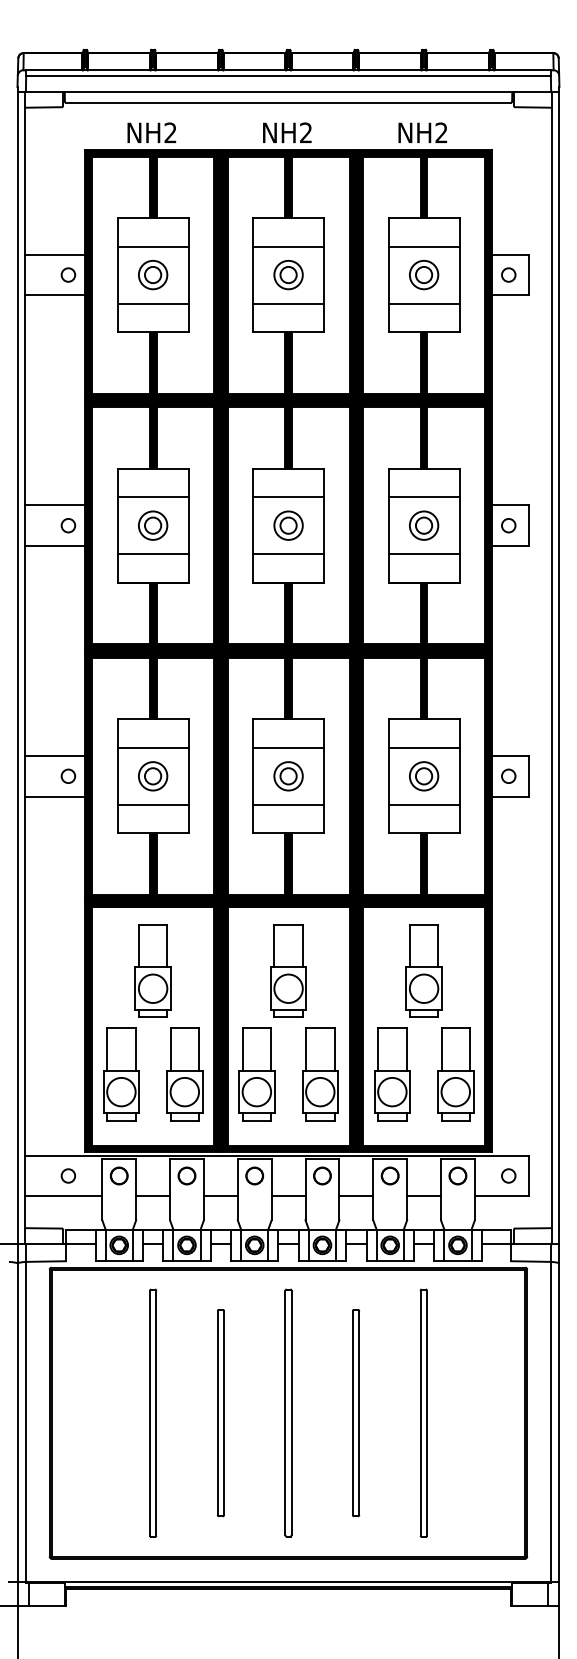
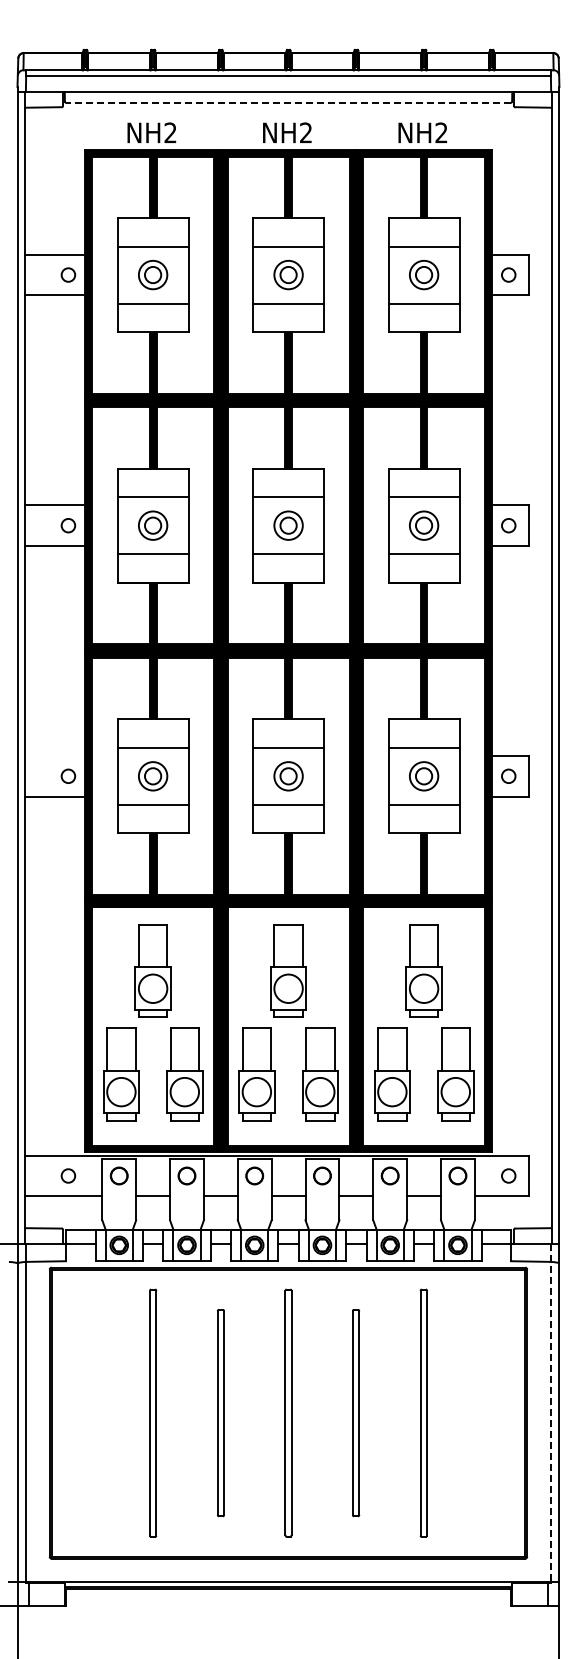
line at (288, 102): solid -> dashed
line at (55, 756): present -> none
line at (550, 1413): solid -> dashed
